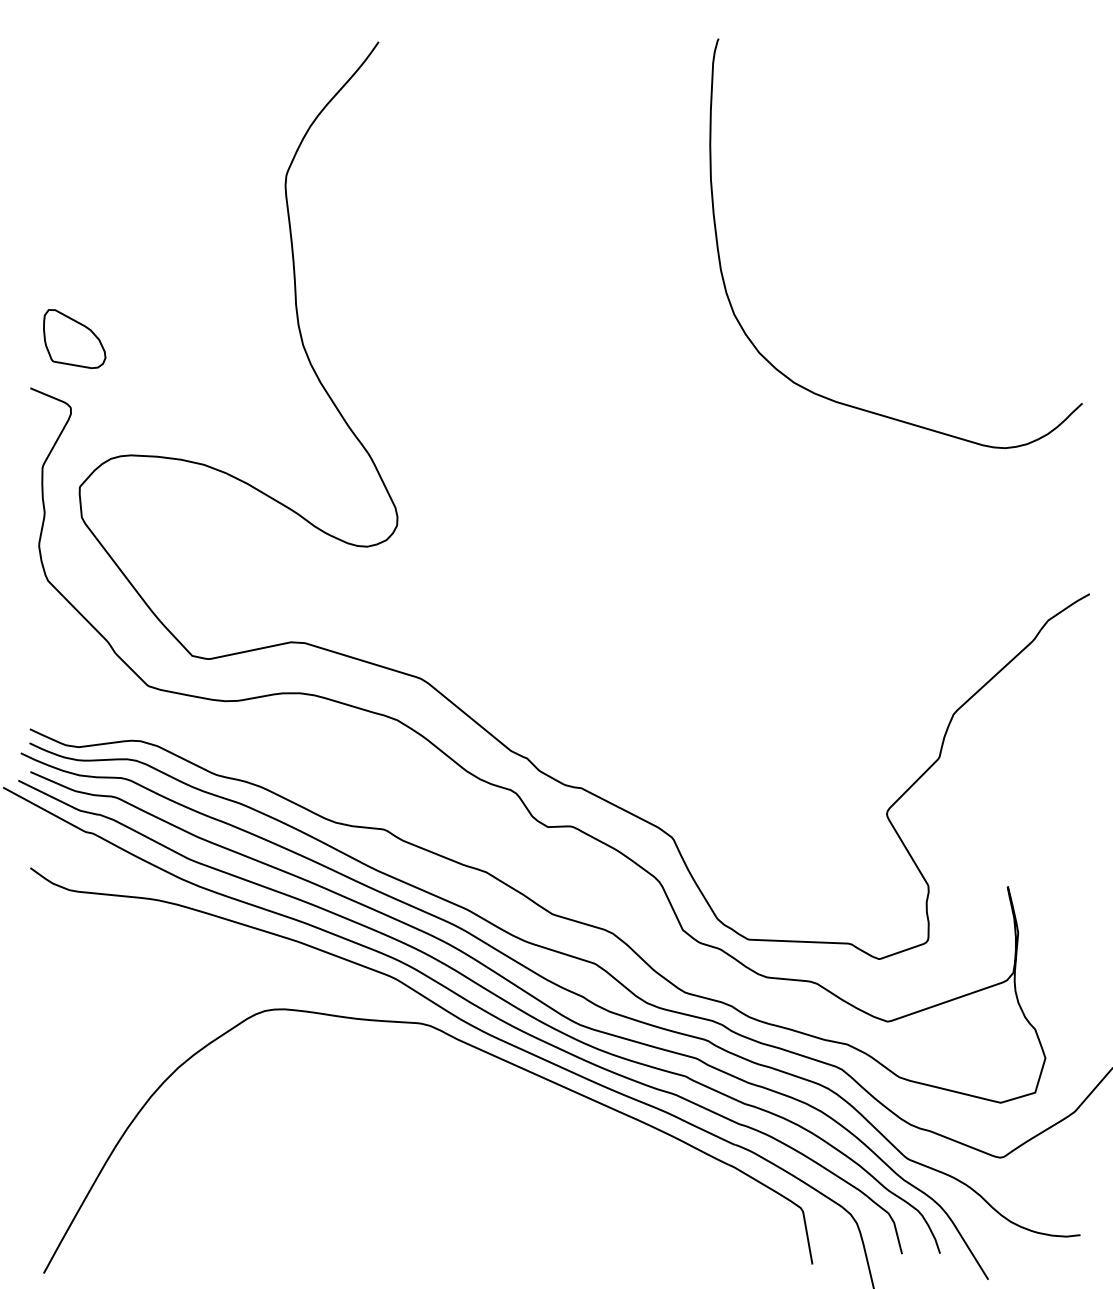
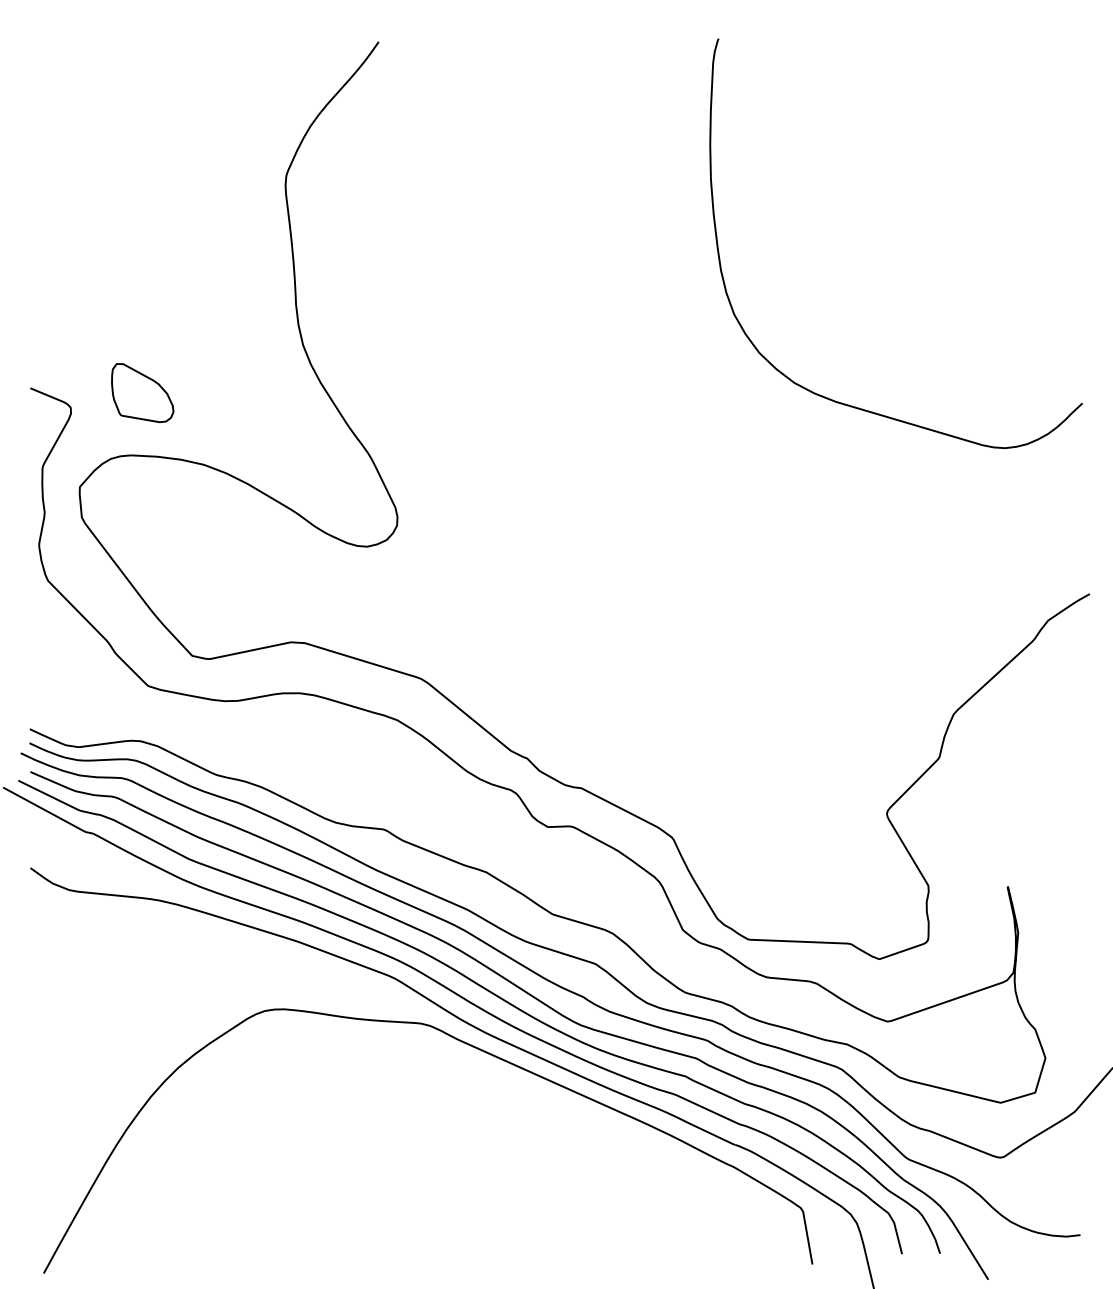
part at (74, 339) position: (74, 339) -> (142, 393)
